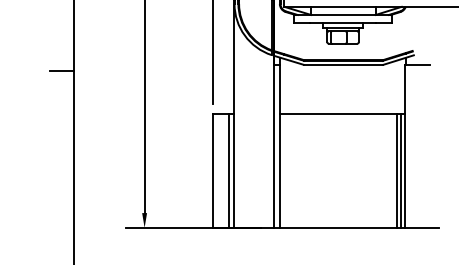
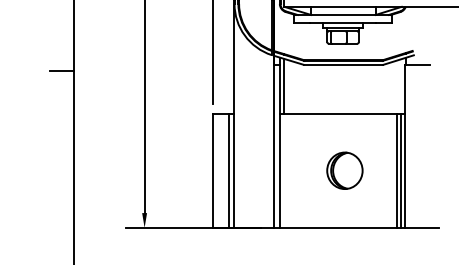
line at (284, 85): none -> present
part at (344, 170): none -> present
